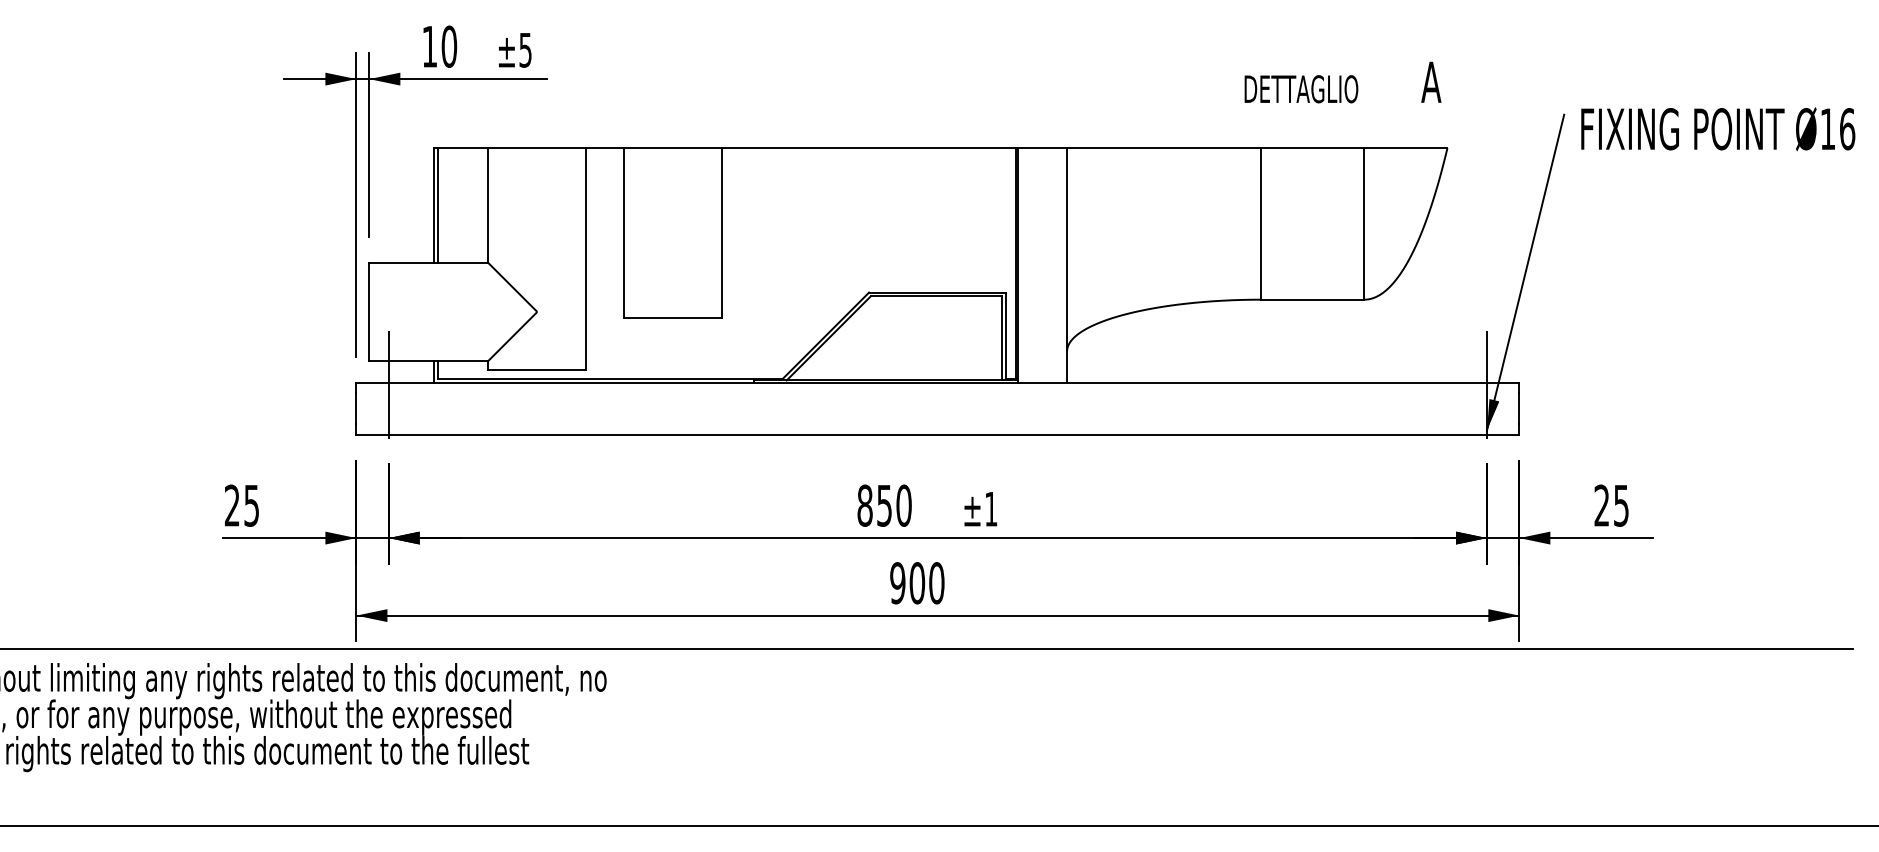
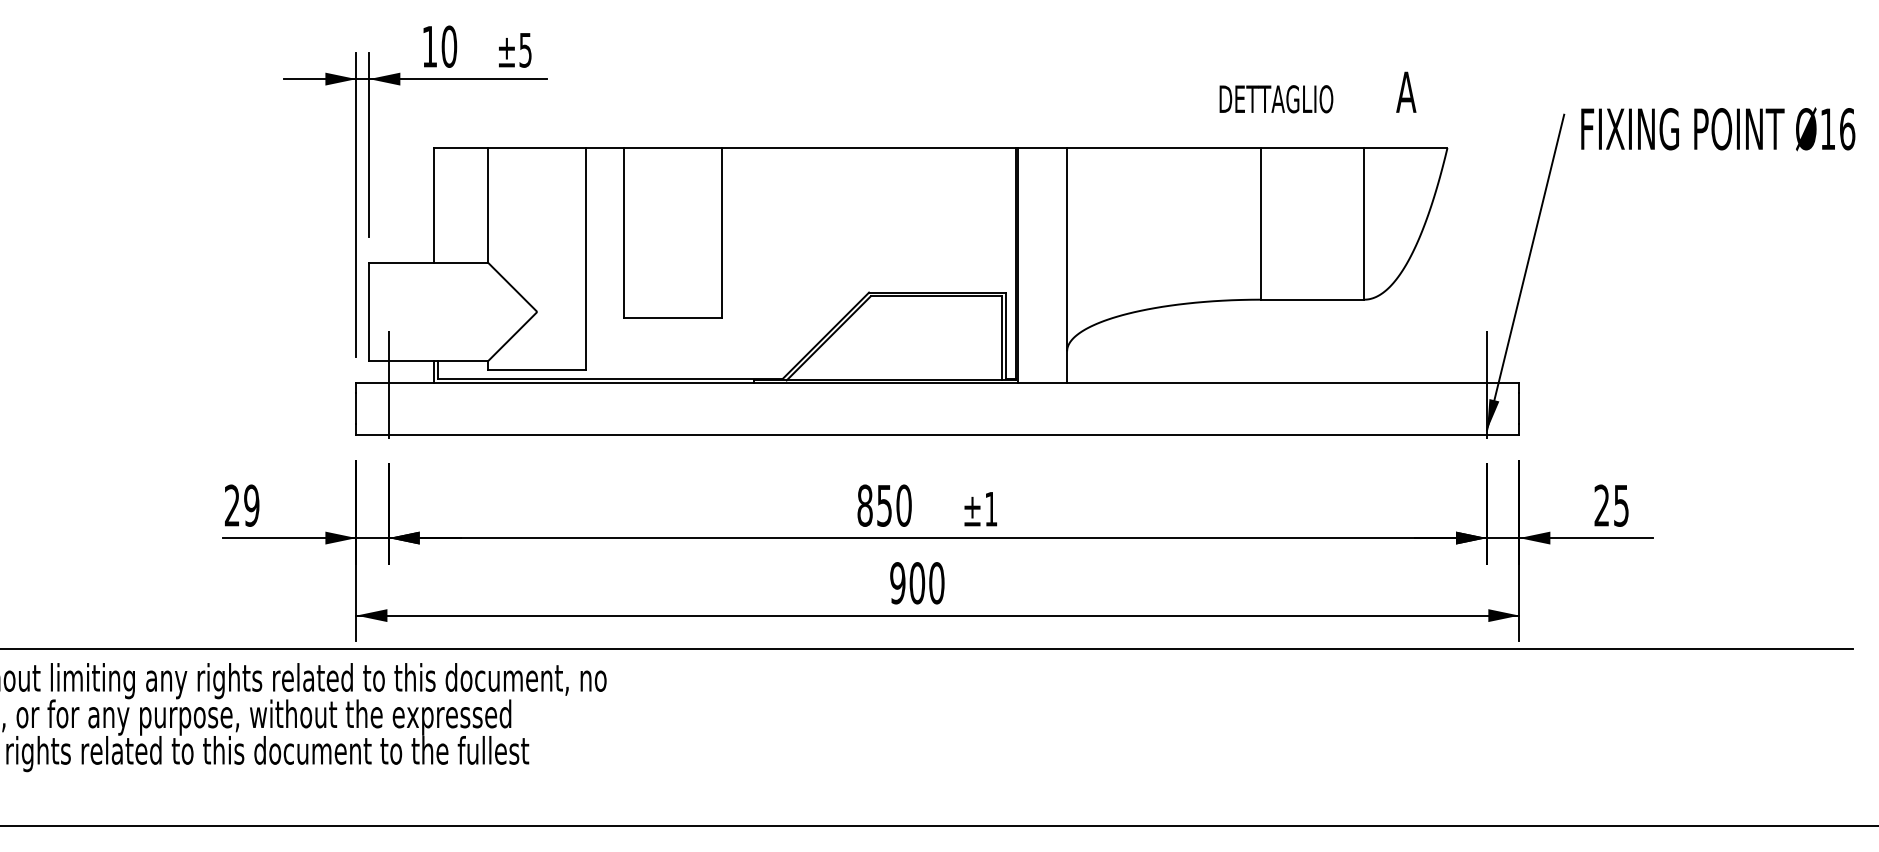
text at (1342, 82) position: (1342, 82) -> (1317, 92)
line at (437, 205): present -> none
text at (251, 505): 25 -> 29
